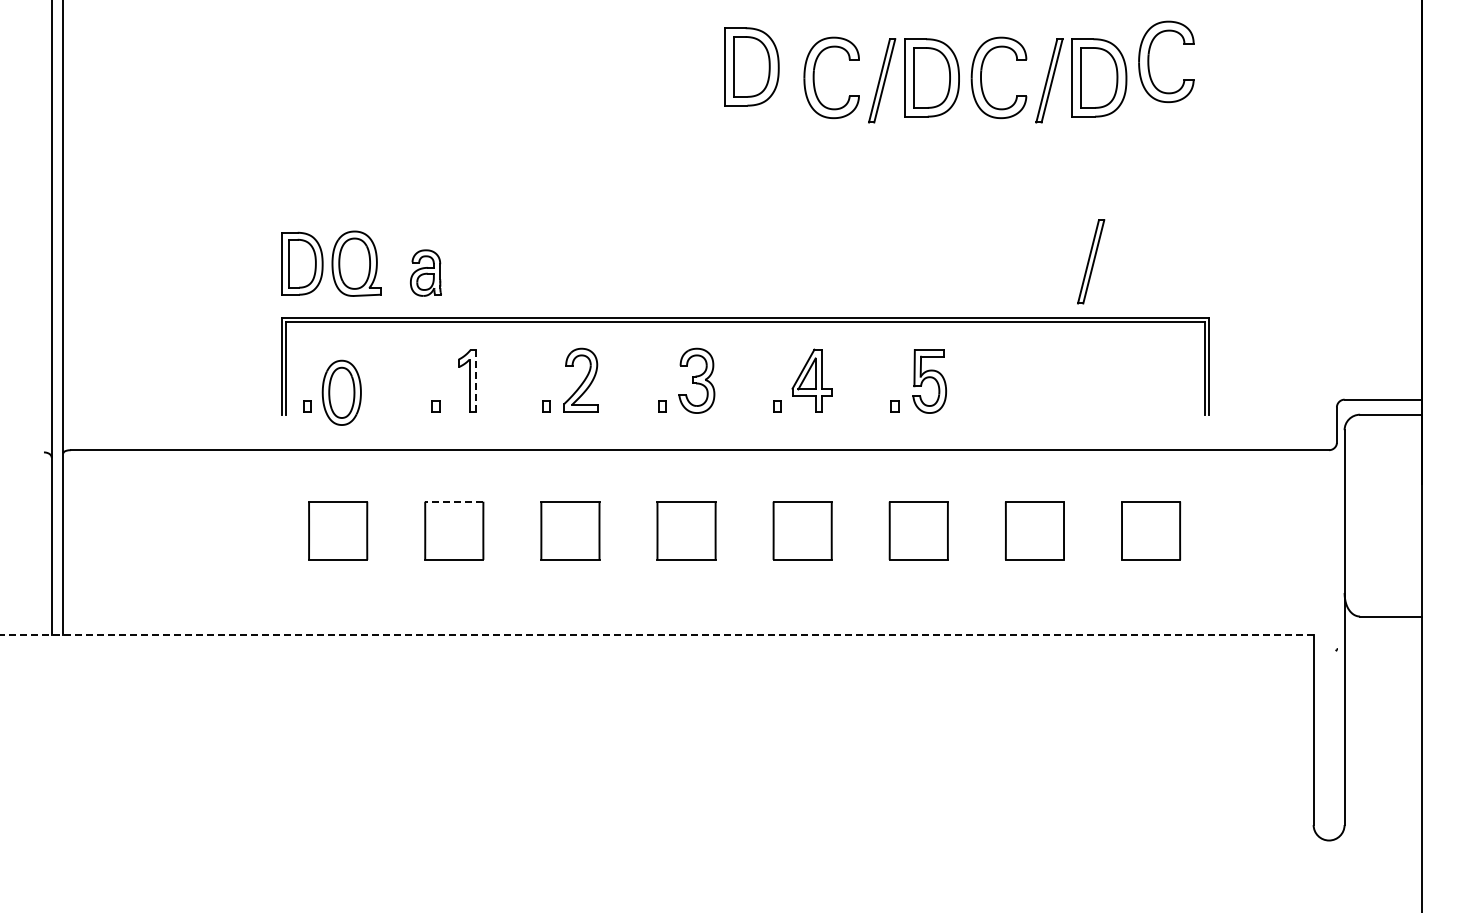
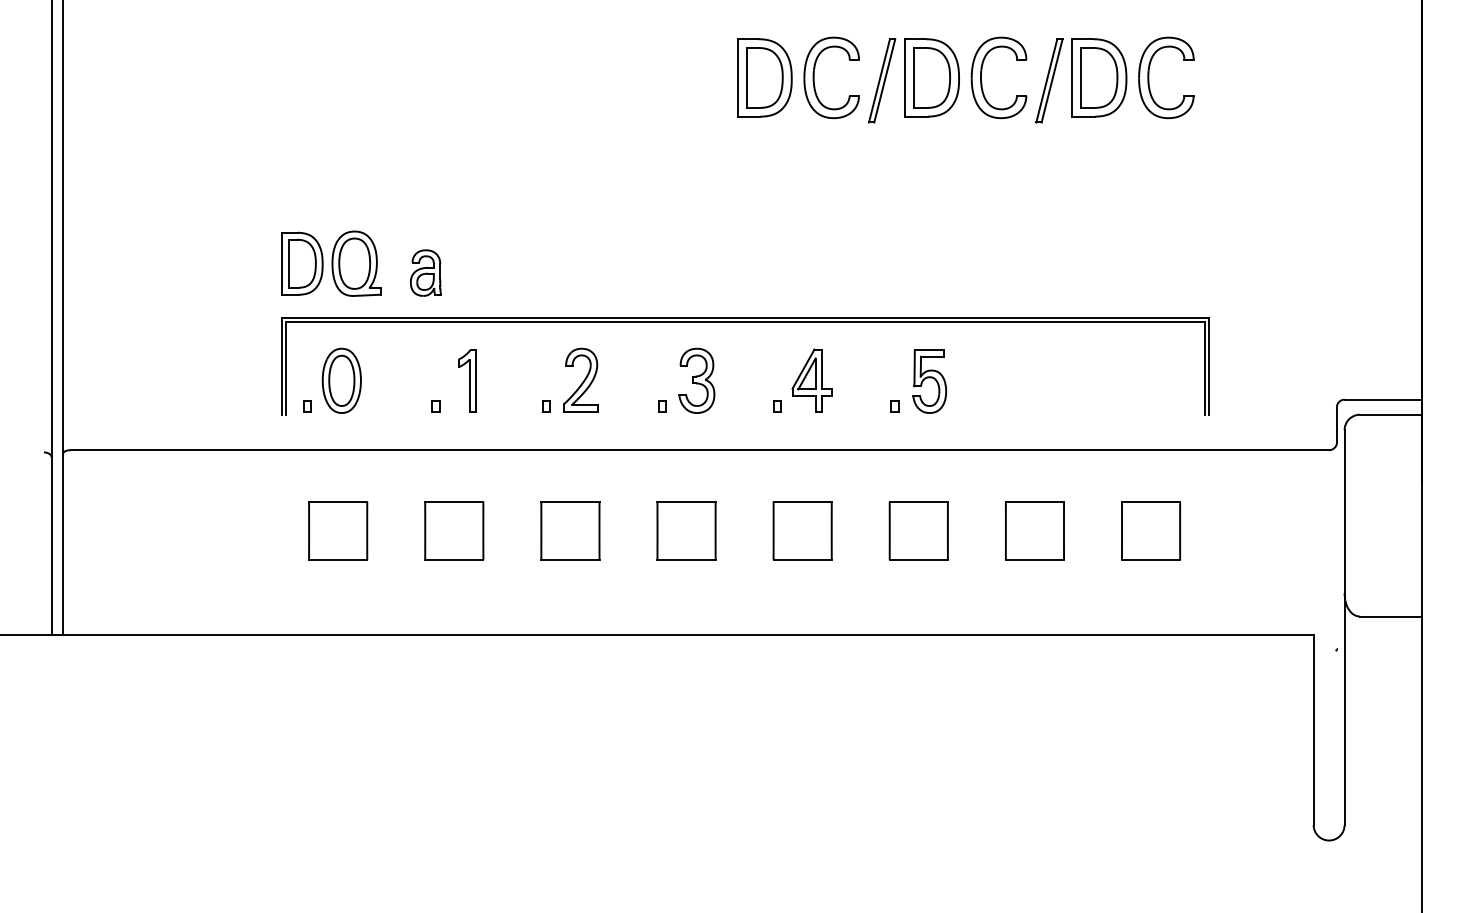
part at (1149, 61) position: (1149, 61) -> (1149, 77)
part at (751, 66) position: (751, 66) -> (764, 77)
part at (1091, 261): present -> none
line at (476, 380): dashed -> solid
part at (341, 392) position: (341, 392) -> (341, 380)
line at (453, 501): dashed -> solid
line at (656, 634): dashed -> solid
